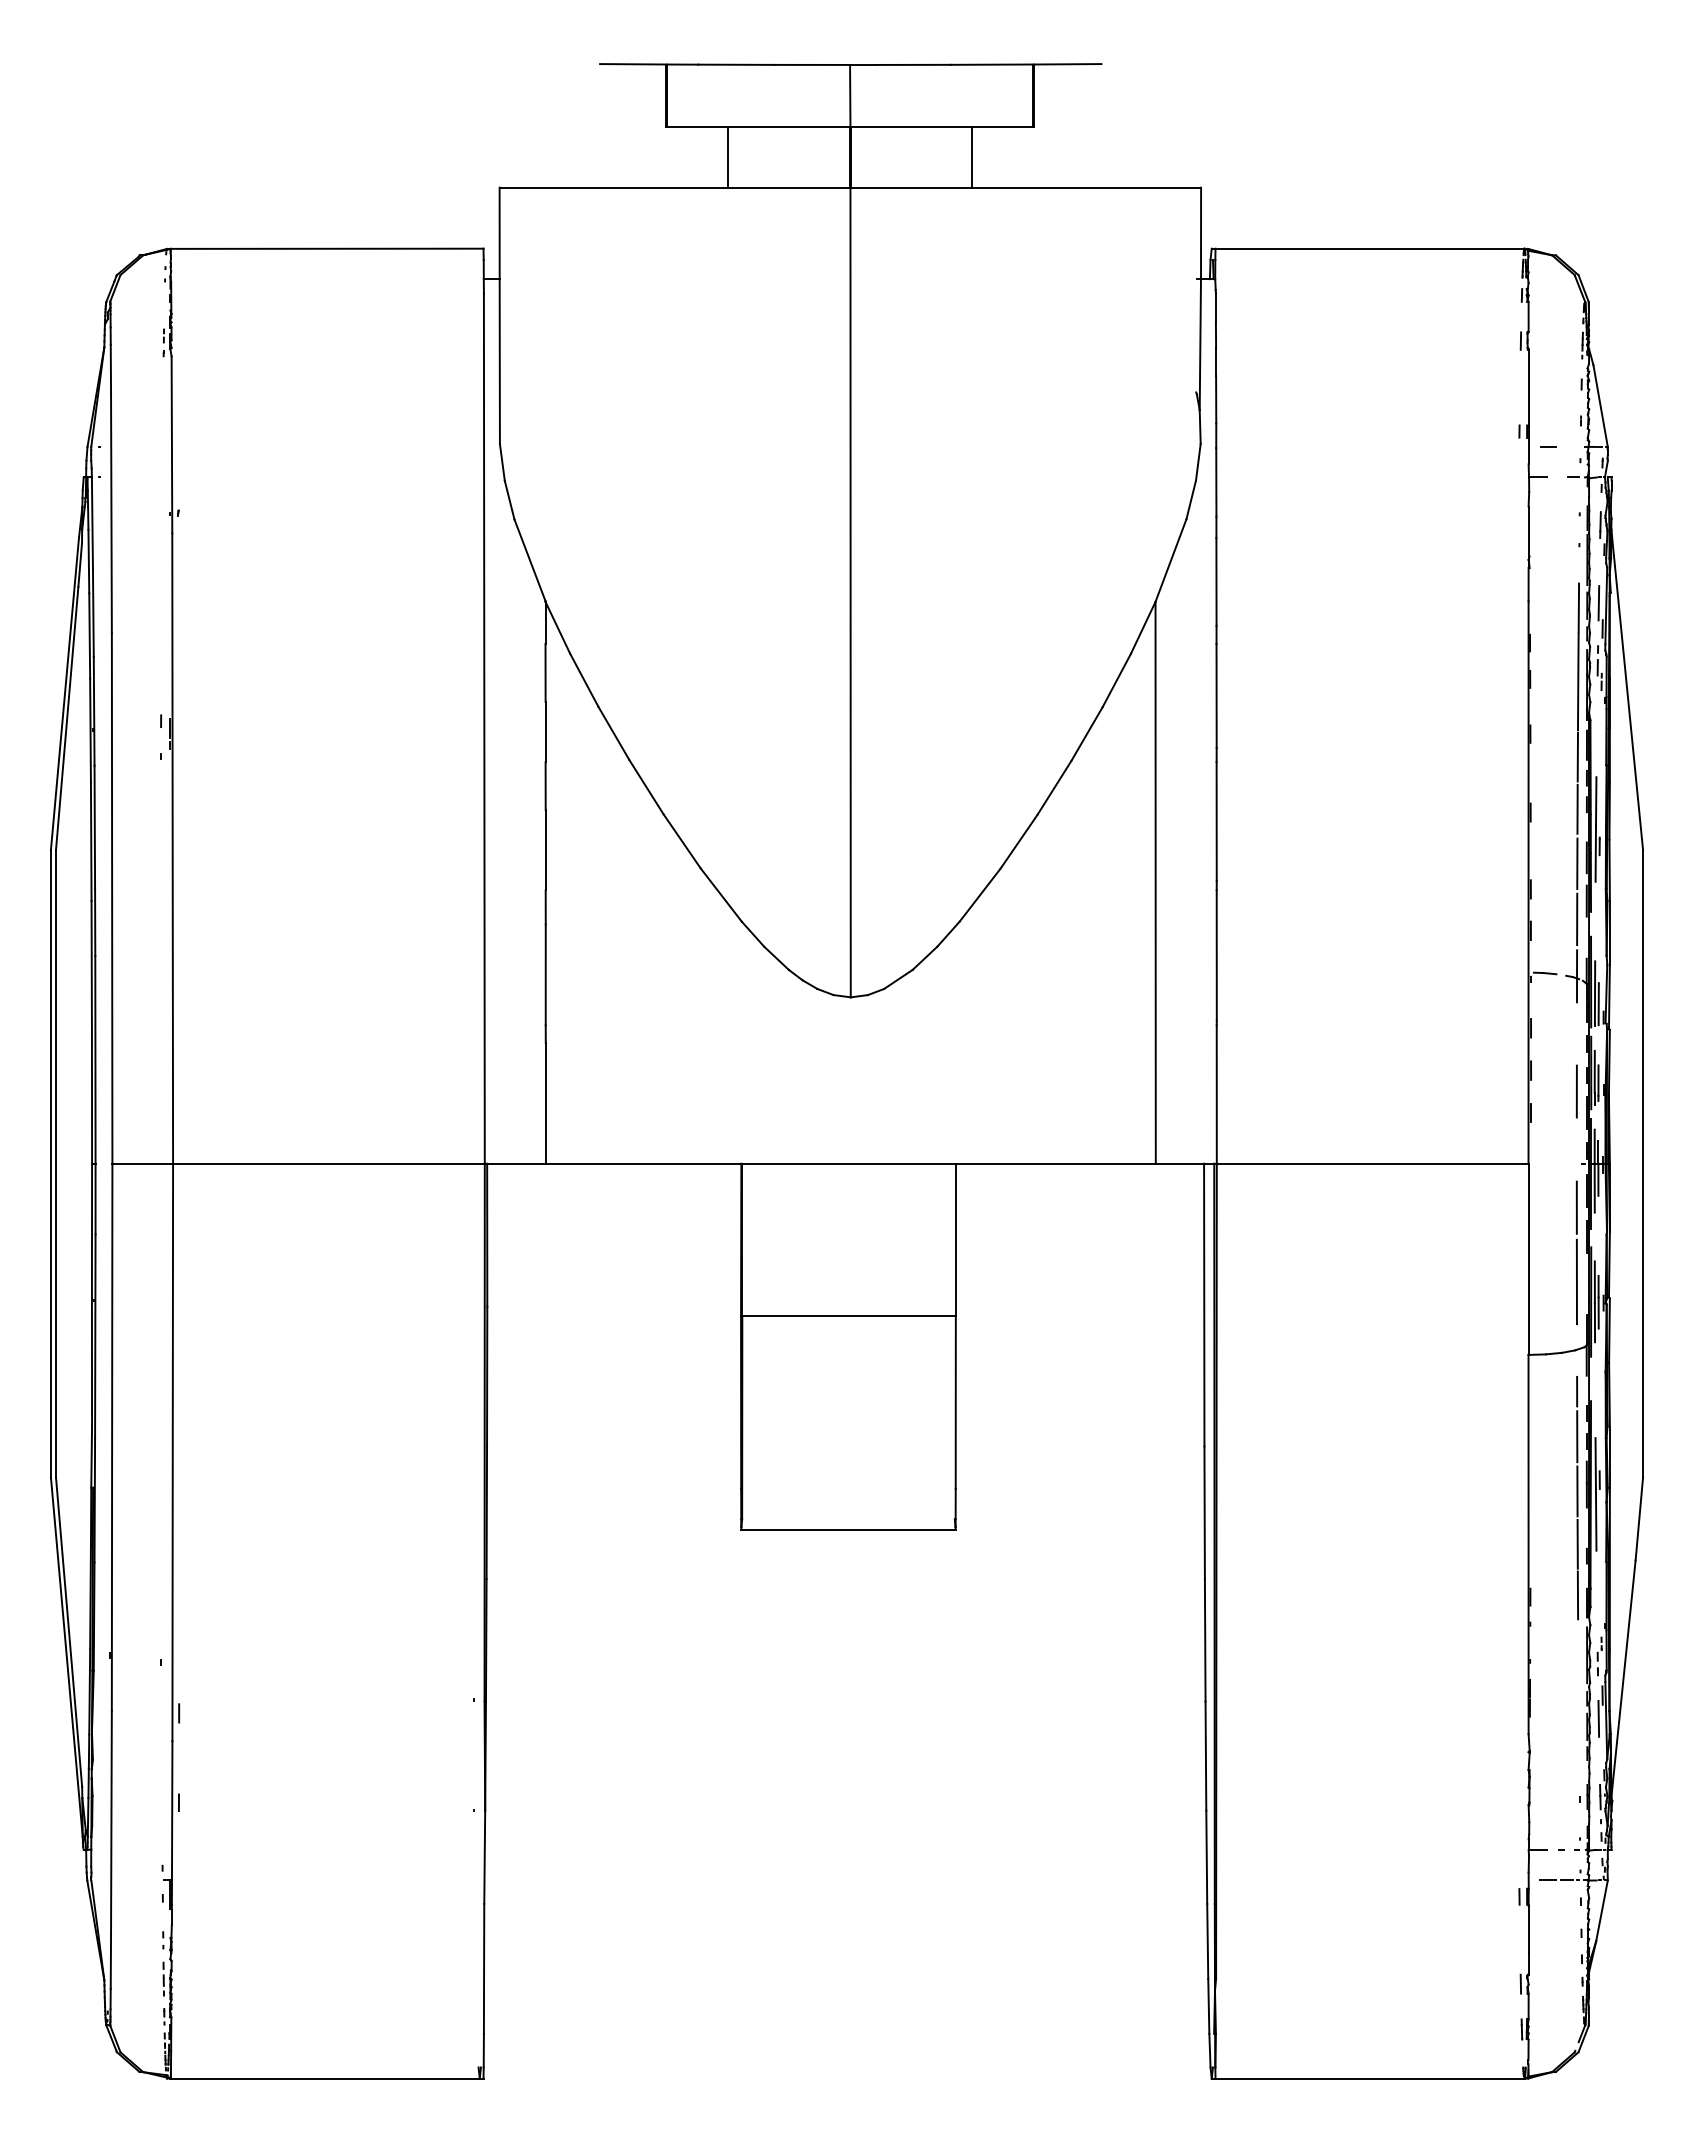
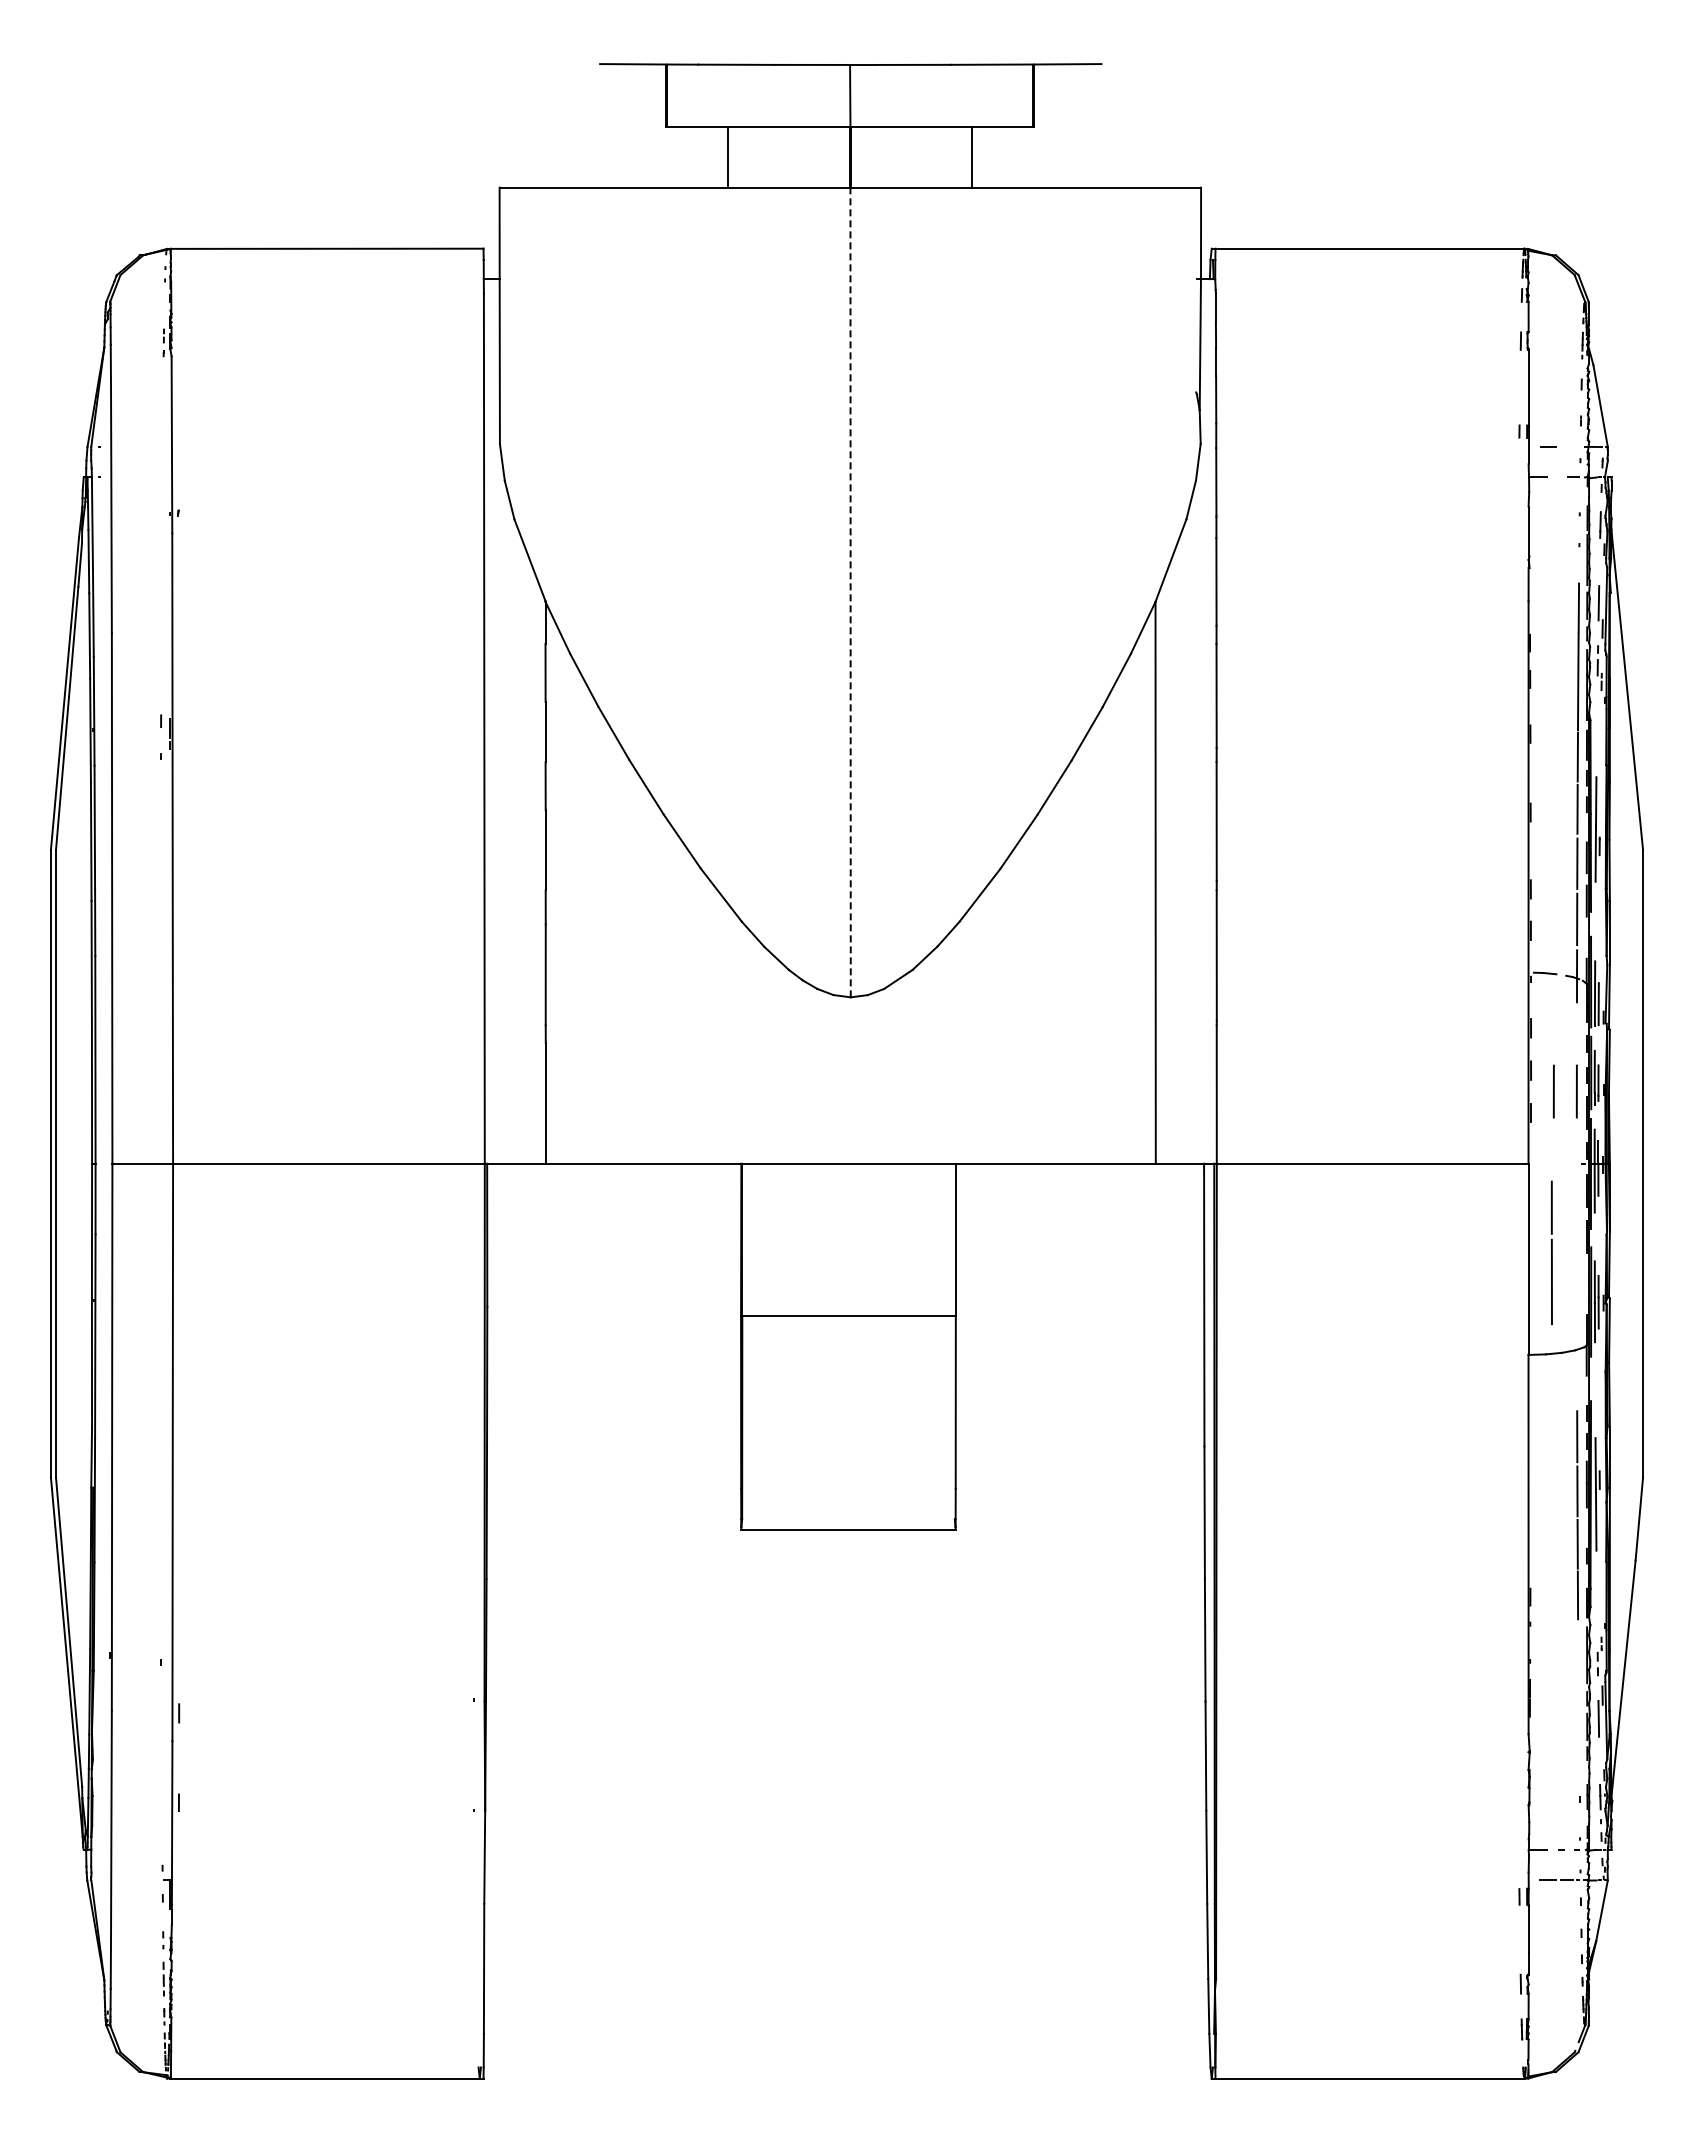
line at (850, 592): solid -> dashed
line at (1553, 1091): none -> present
line at (1576, 1252) position: (1576, 1252) -> (1551, 1252)
line at (1577, 1391): present -> none
